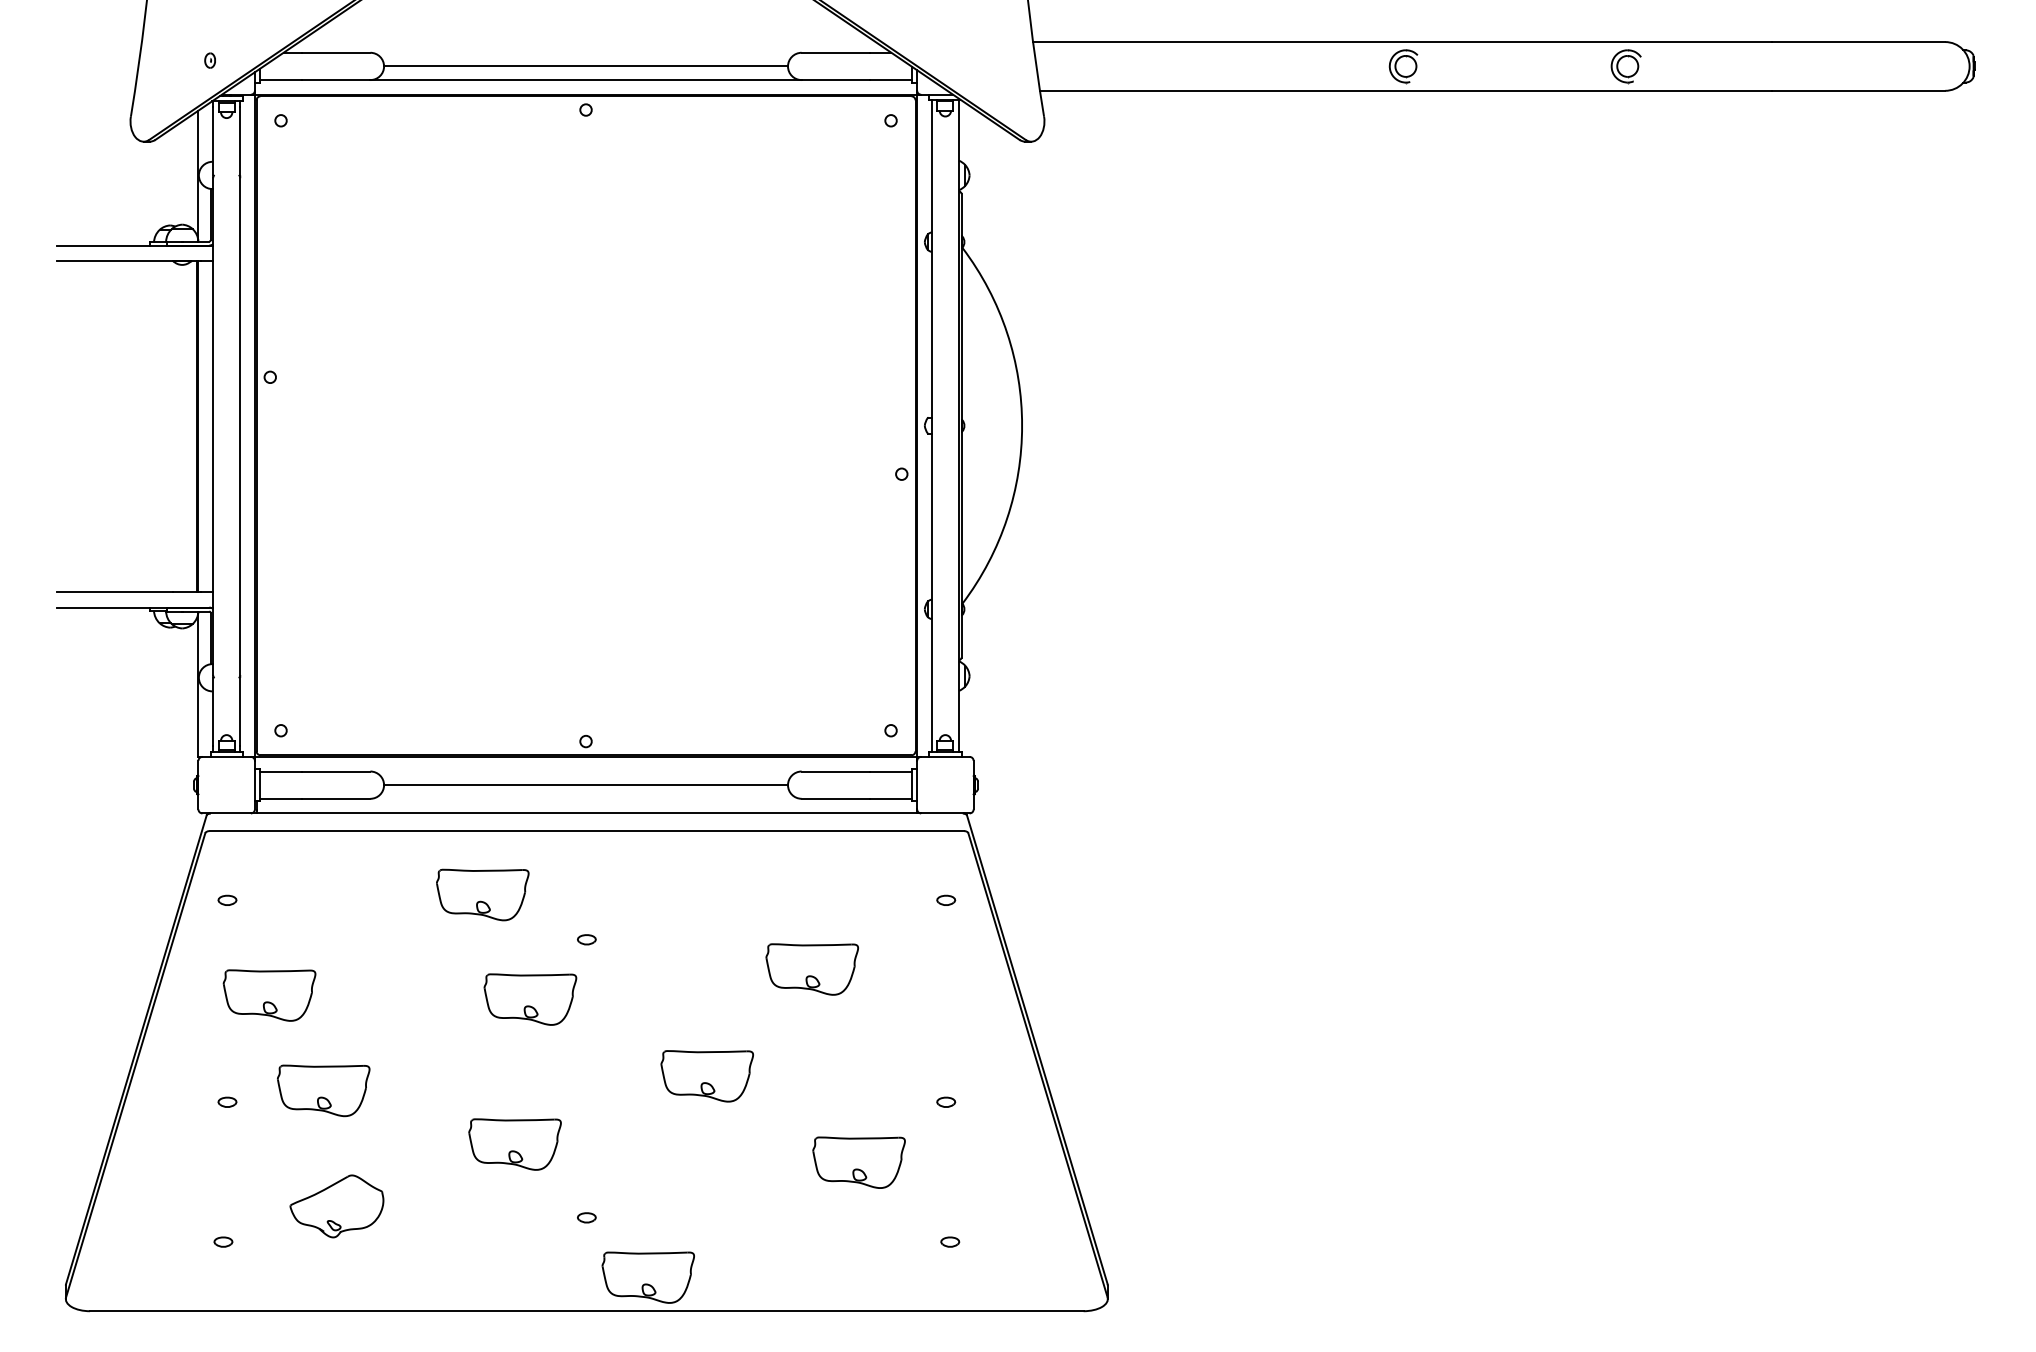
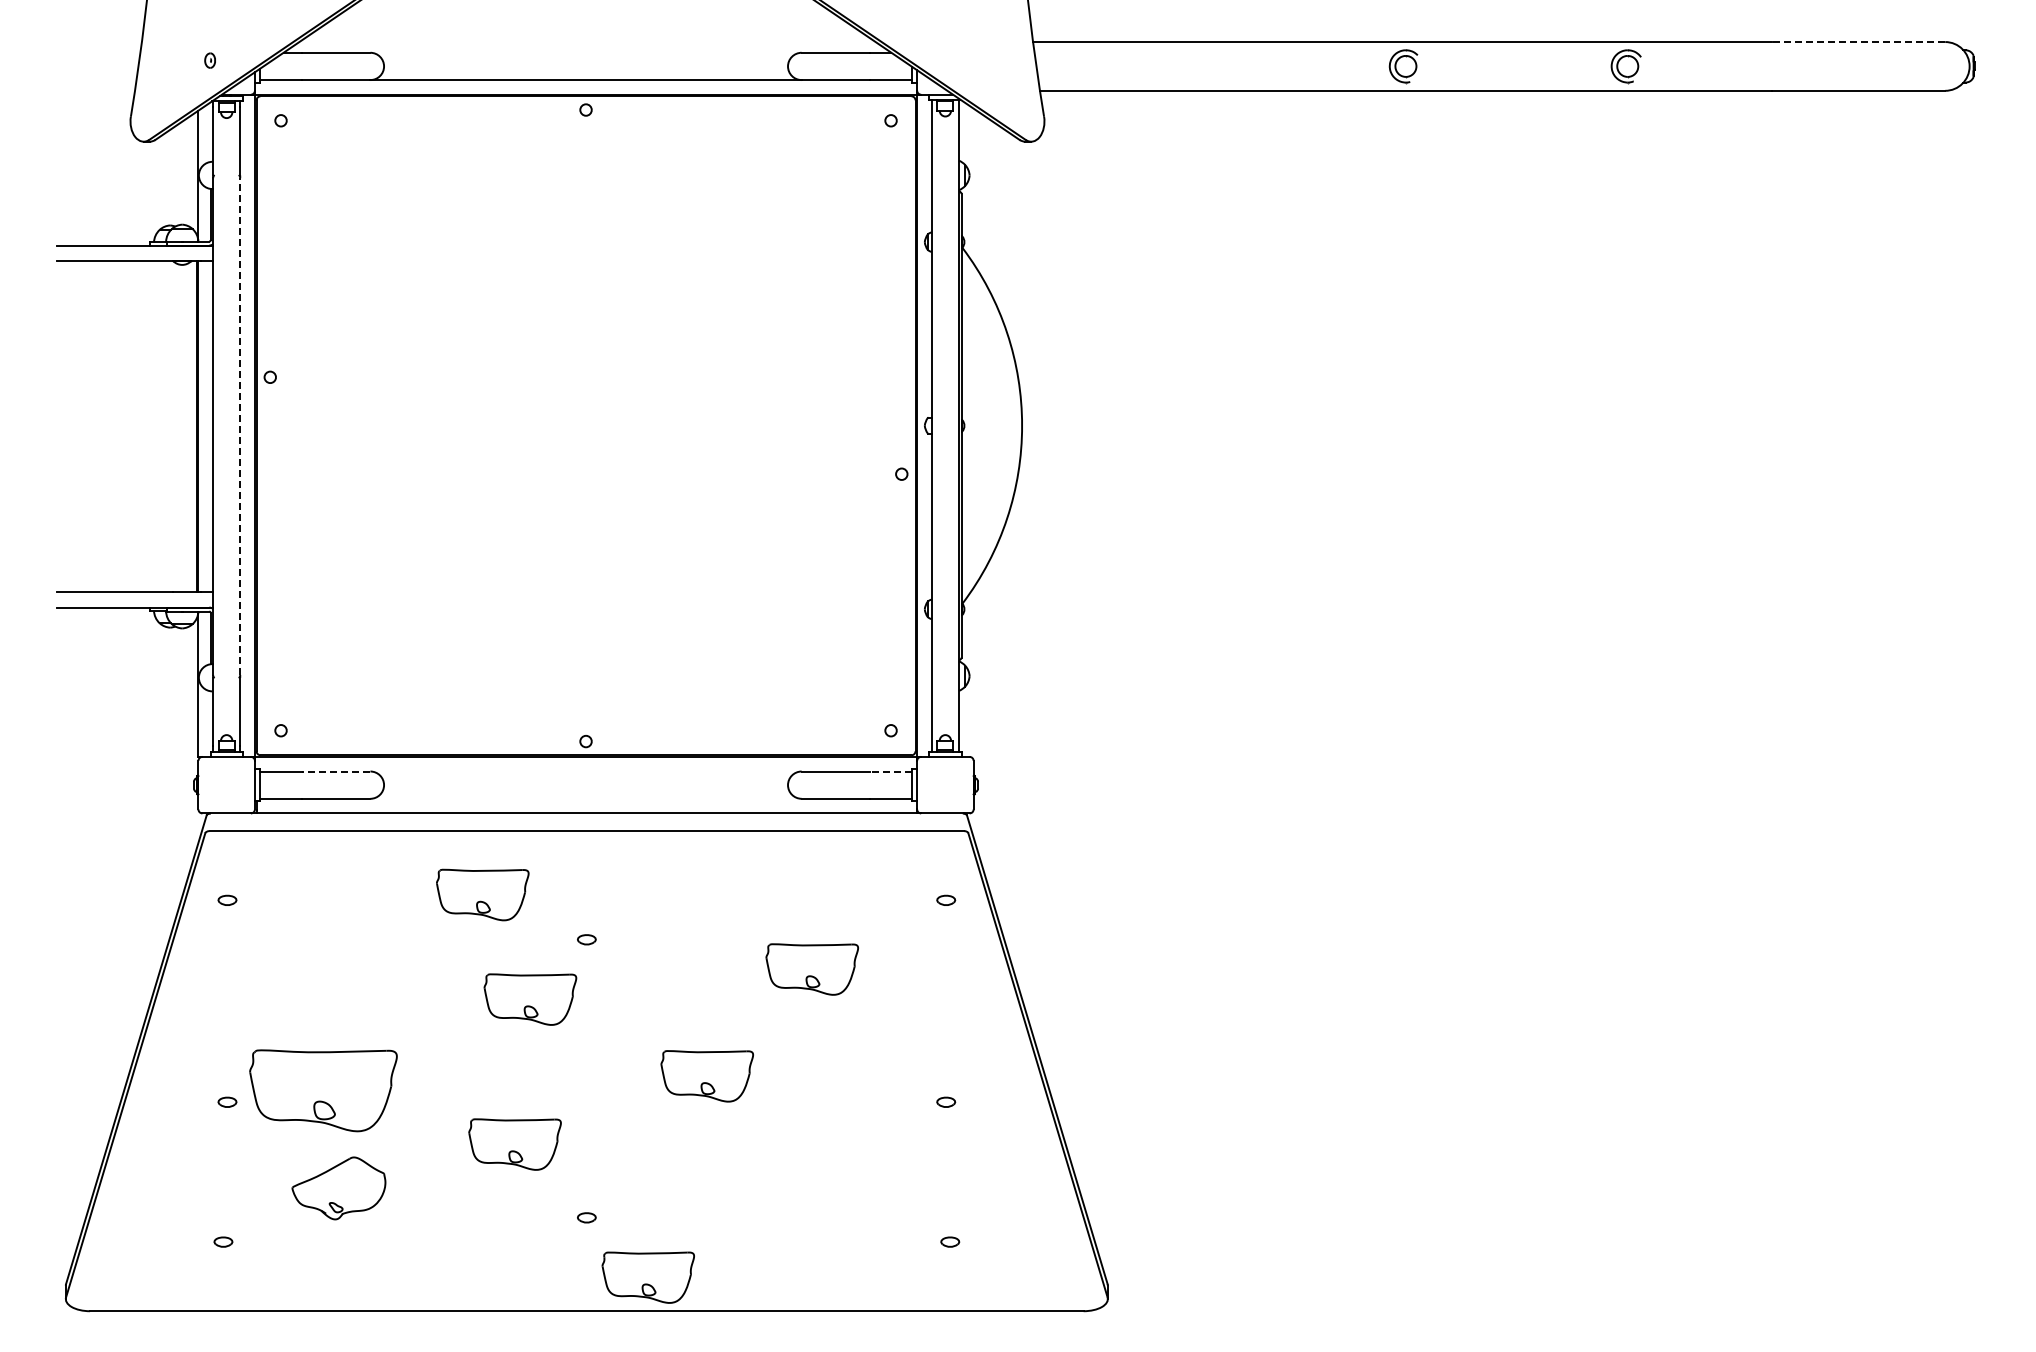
line at (1858, 42): solid -> dashed
line at (585, 66): present -> none
line at (240, 426): solid -> dashed
line at (336, 771): solid -> dashed
line at (890, 771): solid -> dashed
line at (585, 785): present -> none
part at (269, 995): present -> none
part at (323, 1090) size: 94x54 px -> 149x84 px
part at (858, 1162): present -> none
part at (336, 1206) position: (336, 1206) -> (338, 1188)
